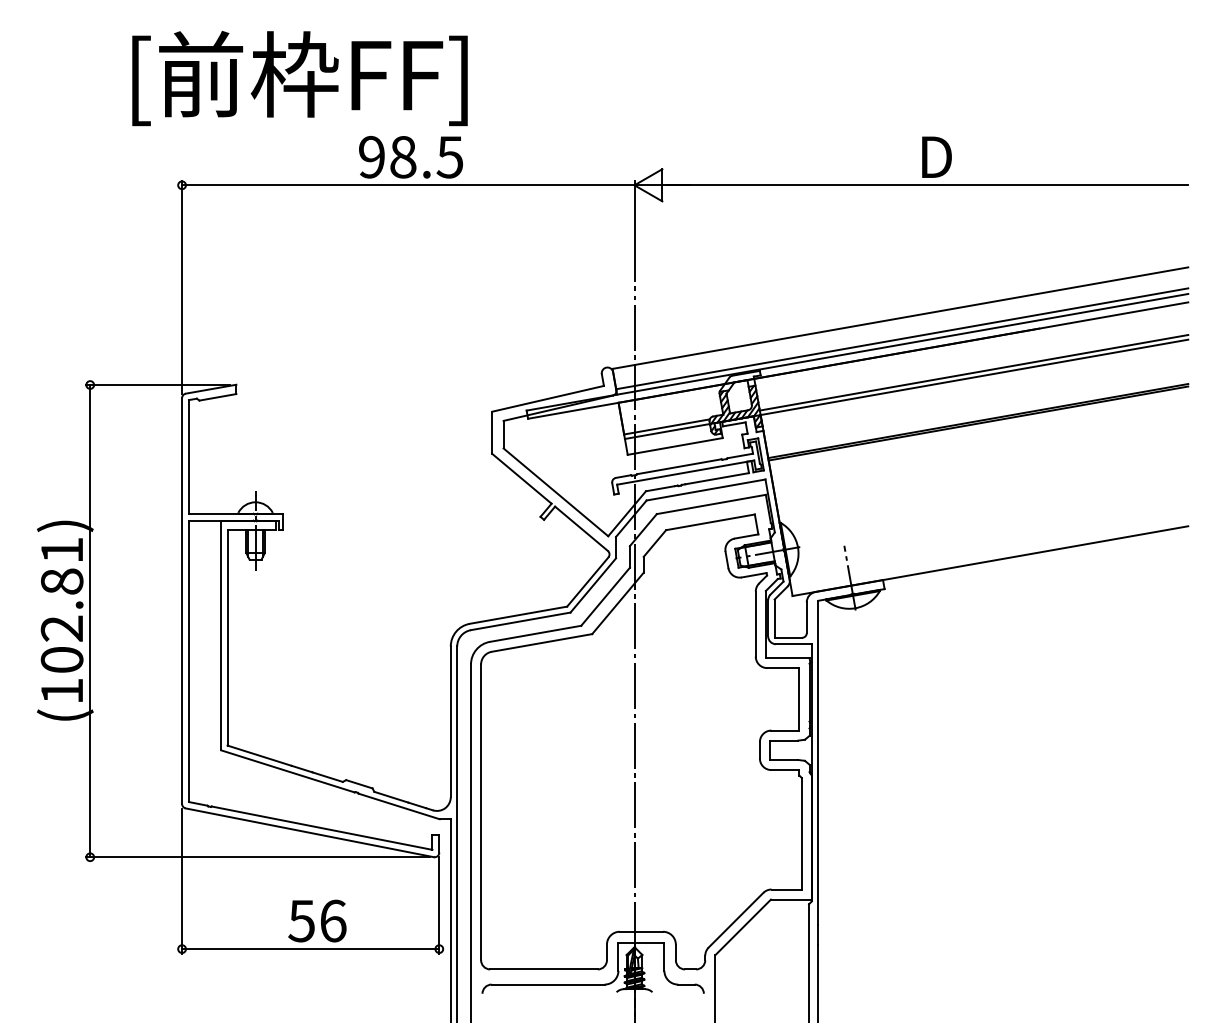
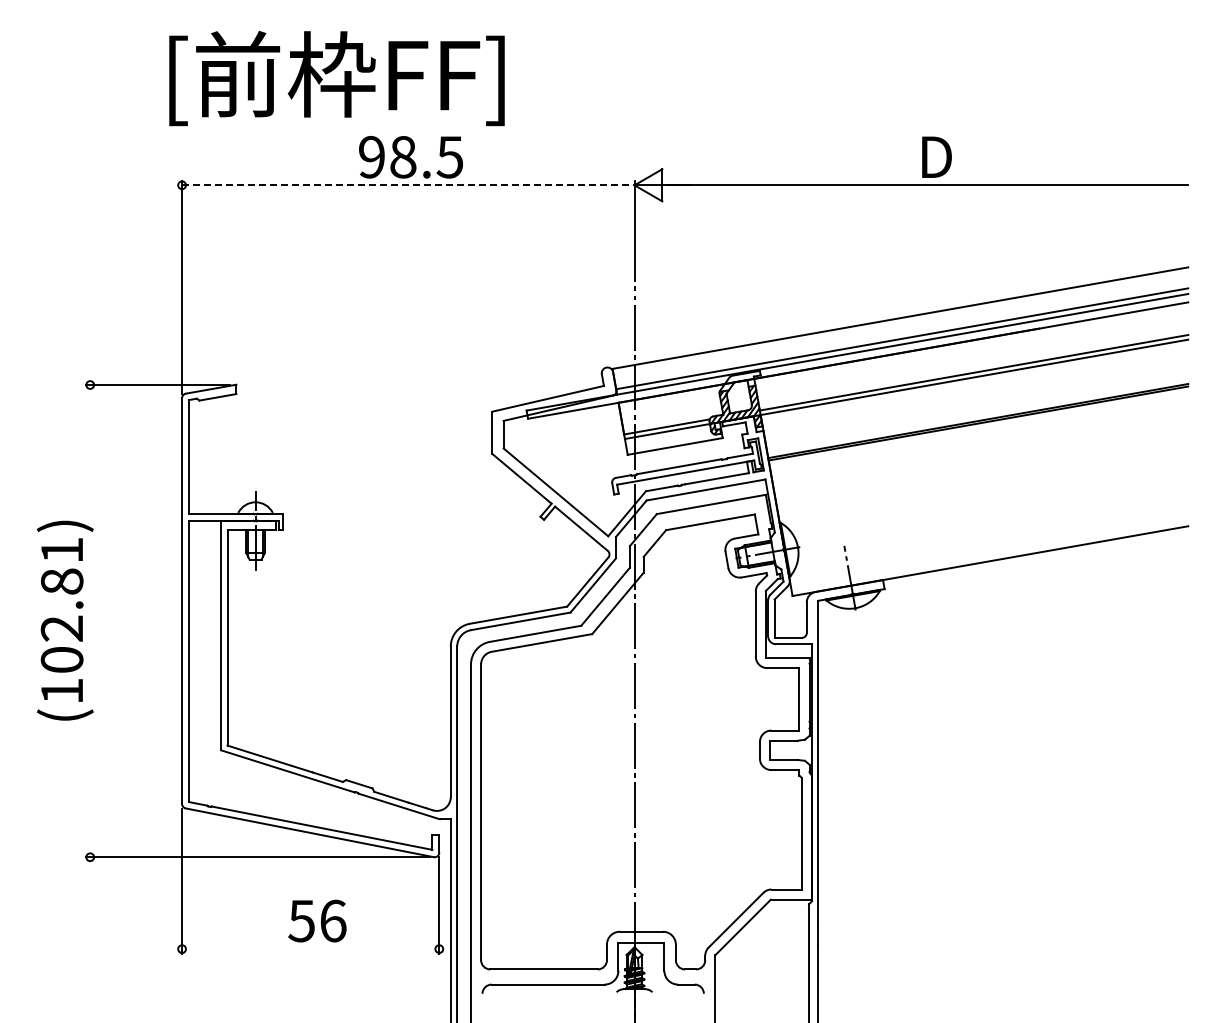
text at (299, 78) position: (299, 78) -> (336, 78)
line at (408, 185): solid -> dashed
line at (90, 621): present -> none
line at (310, 949): present -> none
